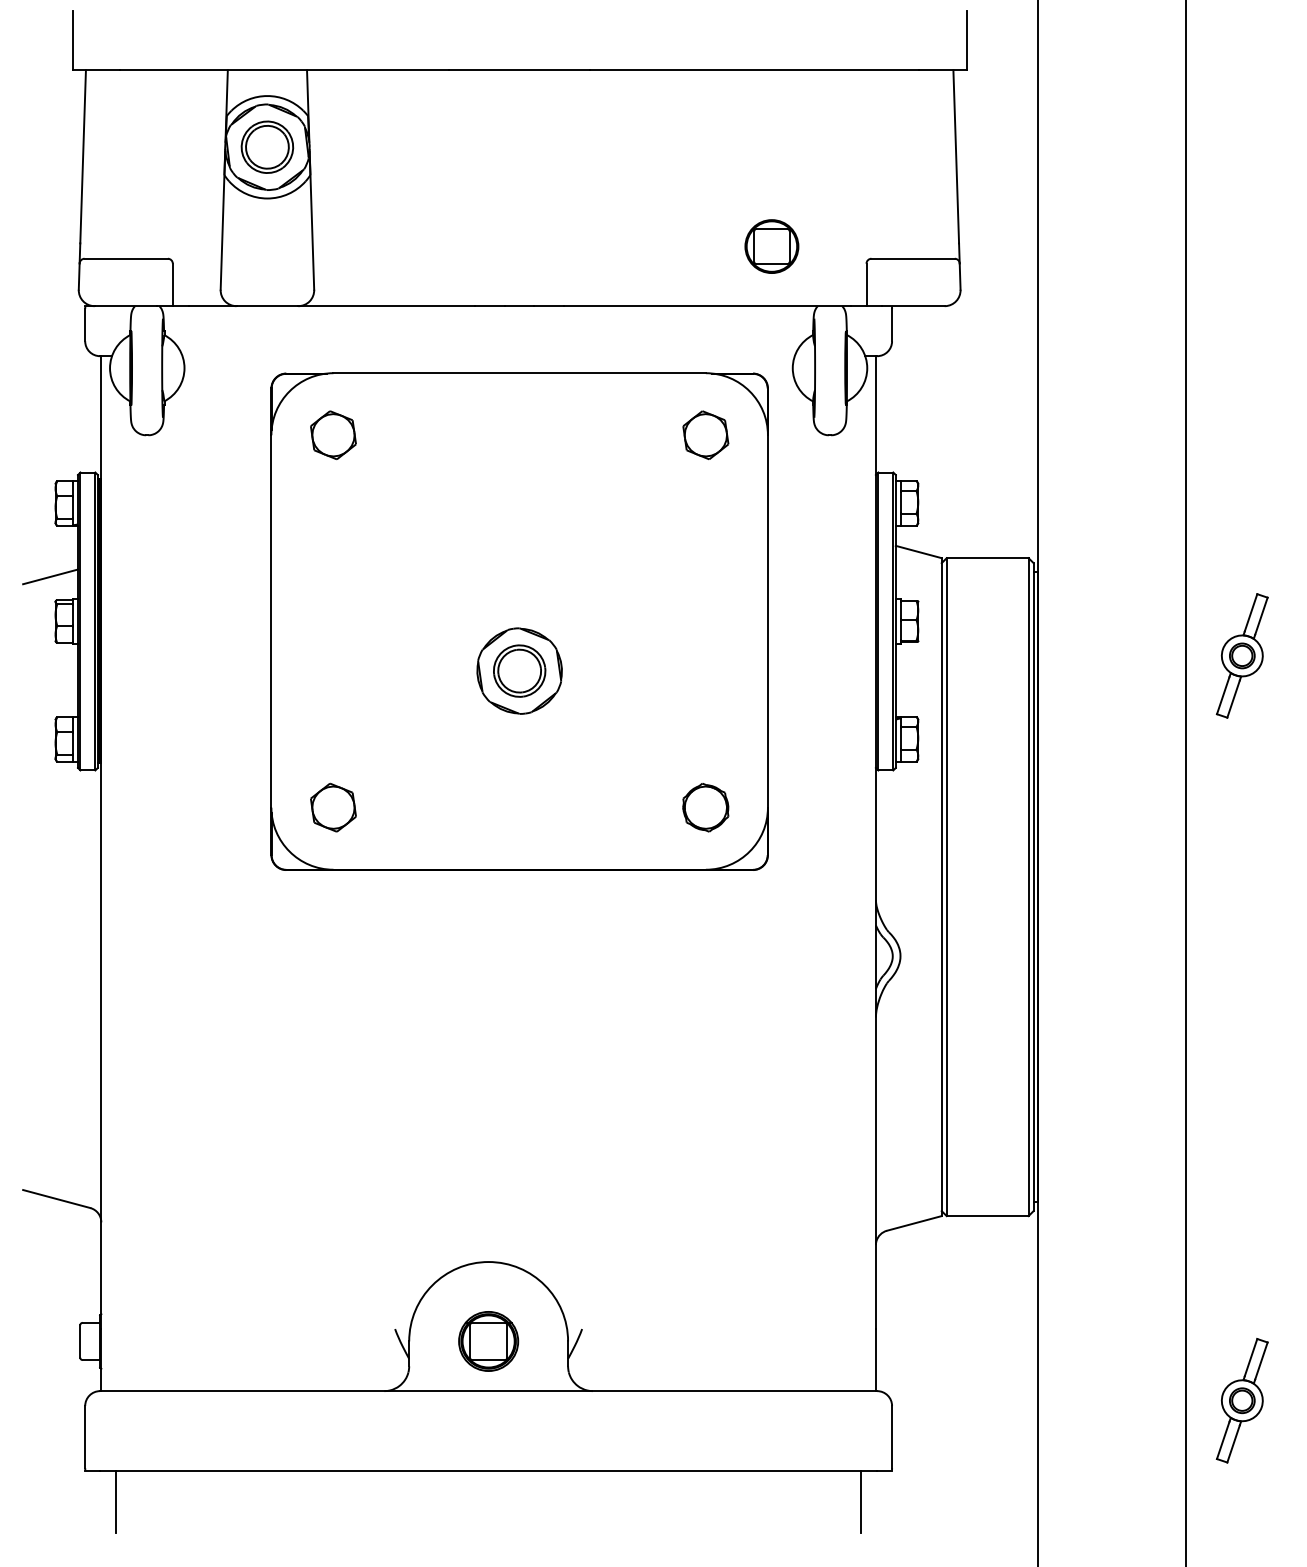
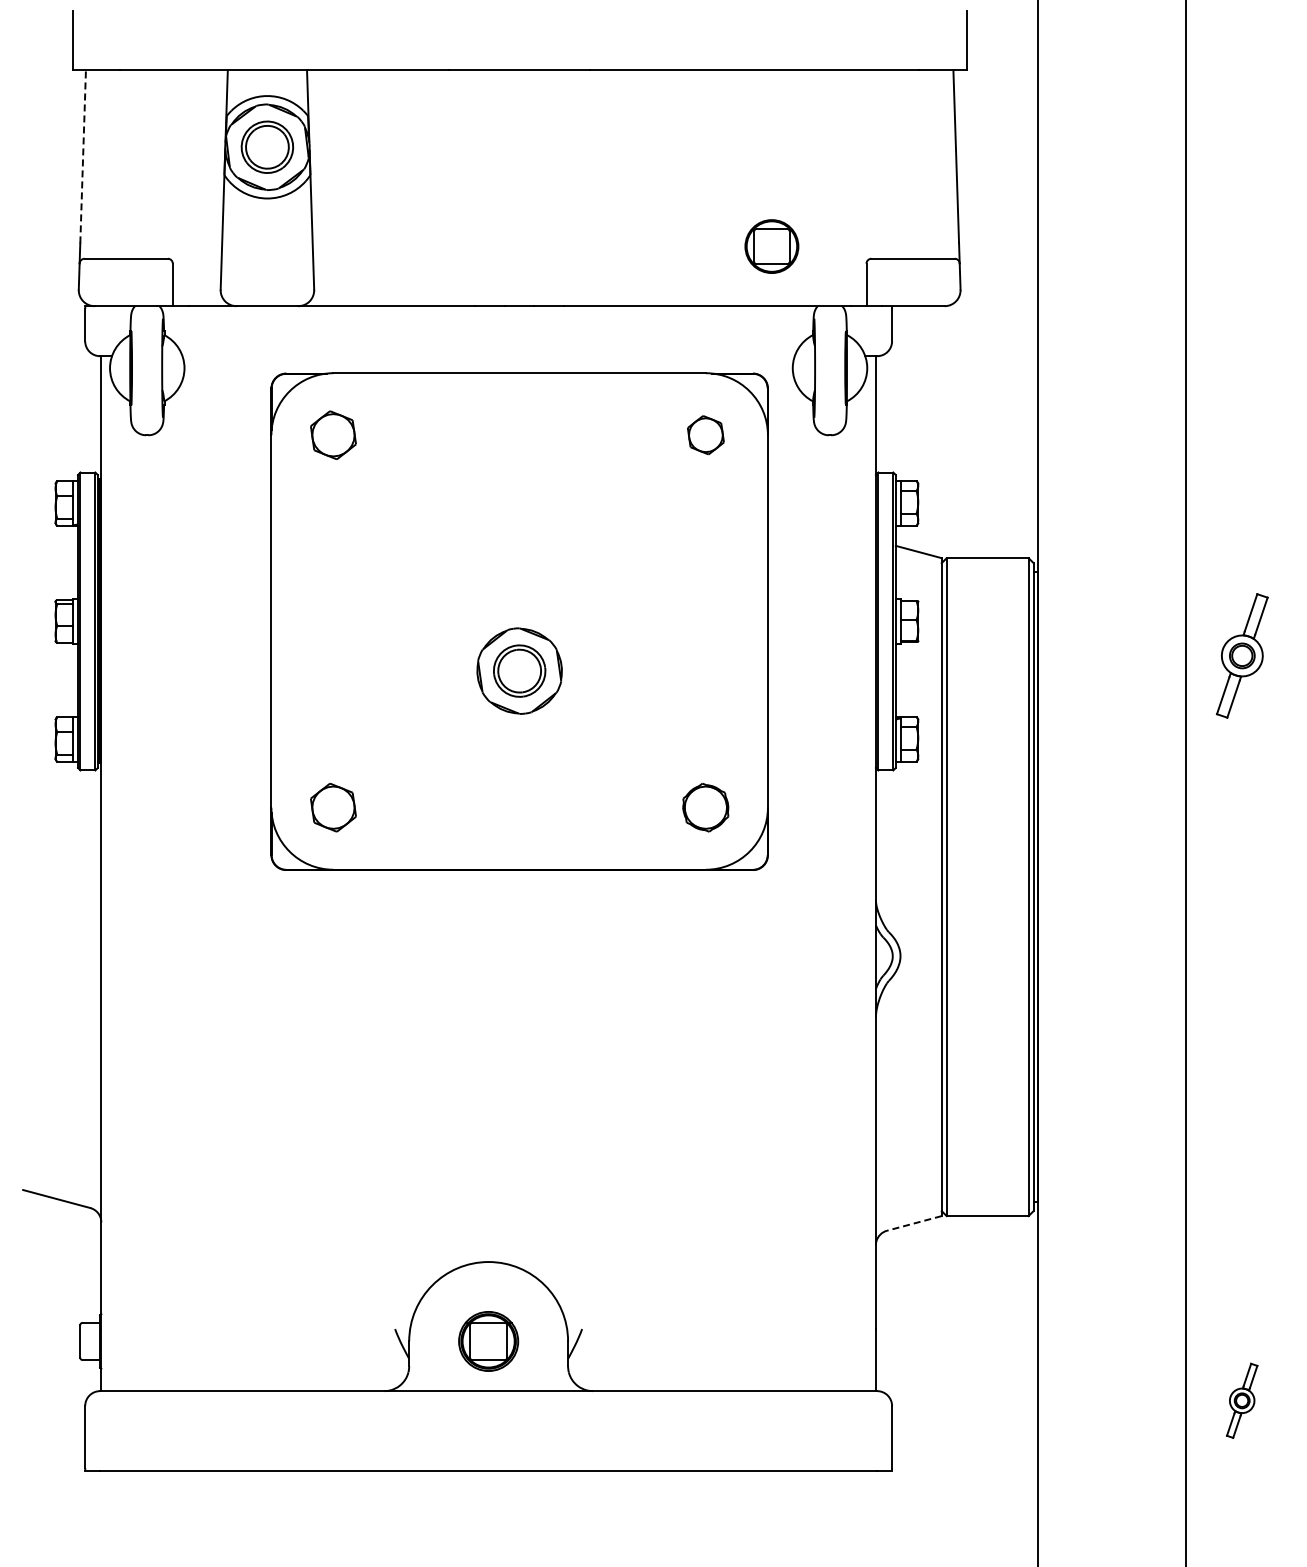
line at (83, 156): solid -> dashed
part at (705, 434) size: 48x50 px -> 38x41 px
line at (50, 576): present -> none
line at (913, 1223): solid -> dashed
part at (1241, 1400) size: 54x126 px -> 34x77 px
line at (116, 1501): present -> none
line at (861, 1501): present -> none
